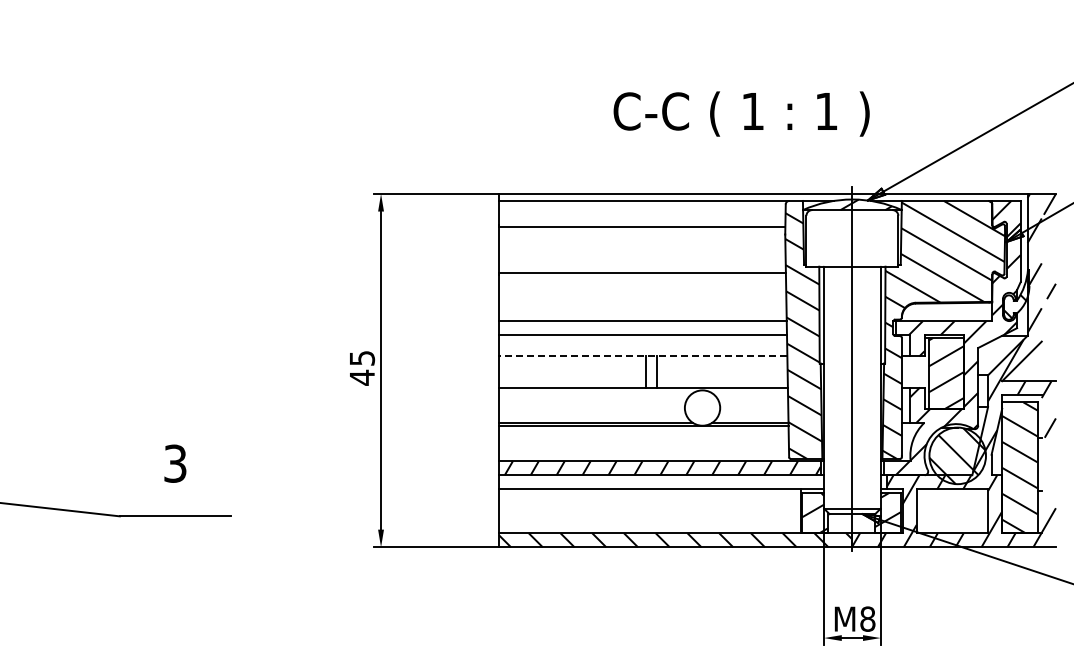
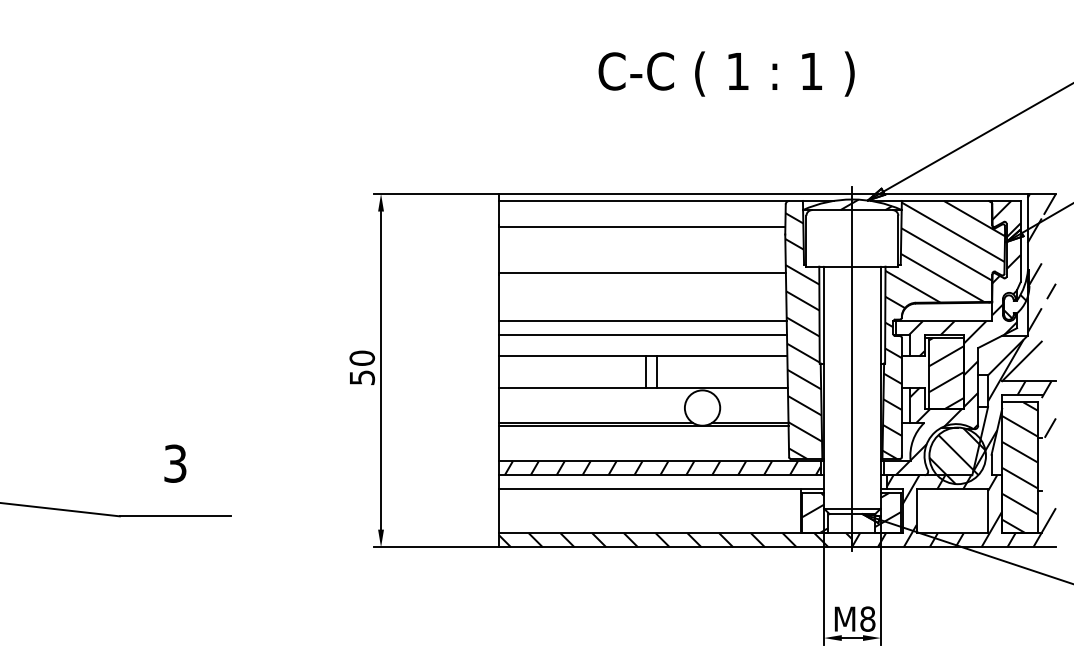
text at (741, 113) position: (741, 113) -> (726, 73)
line at (642, 356): dashed -> solid
text at (362, 367): 45 -> 50
